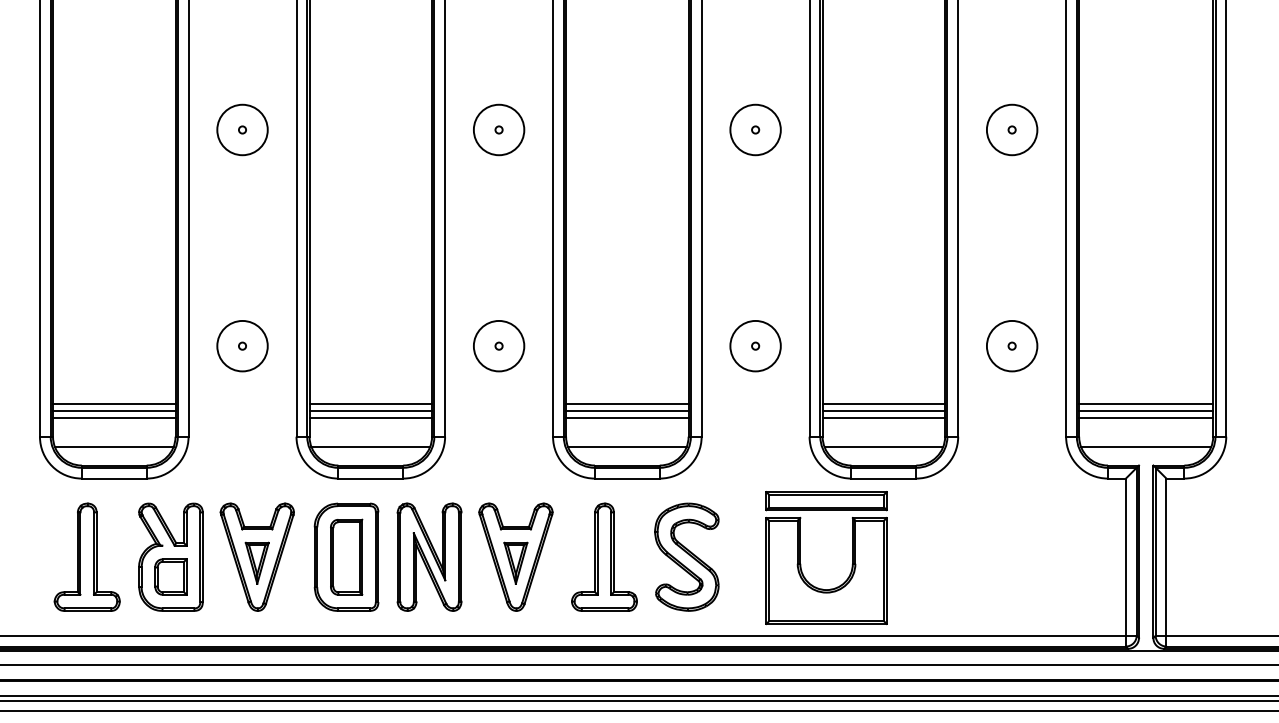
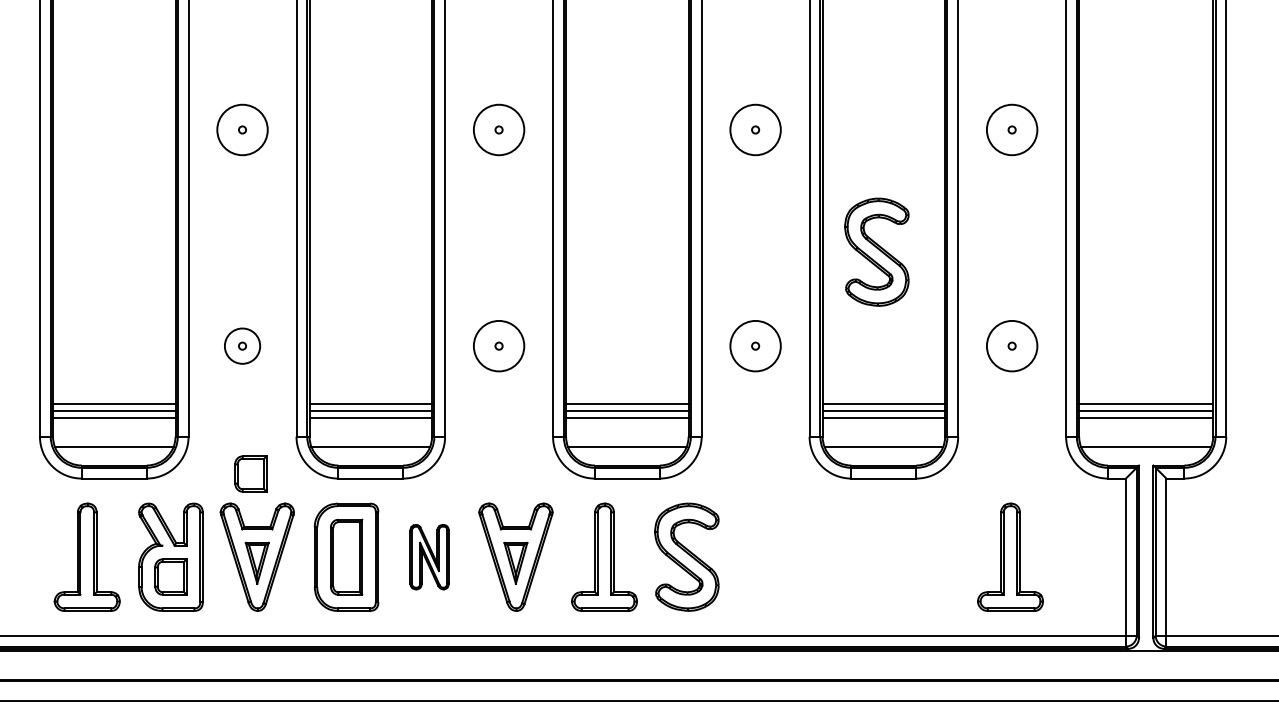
part at (876, 251): none -> present
circle at (242, 345) diameter: 50 px -> 35 px
part at (250, 473): none -> present
part at (429, 556) size: 67x110 px -> 41x67 px
part at (1010, 556): none -> present
part at (801, 564): present -> none
line at (638, 665): present -> none
line at (638, 695): present -> none
line at (638, 710): present -> none
